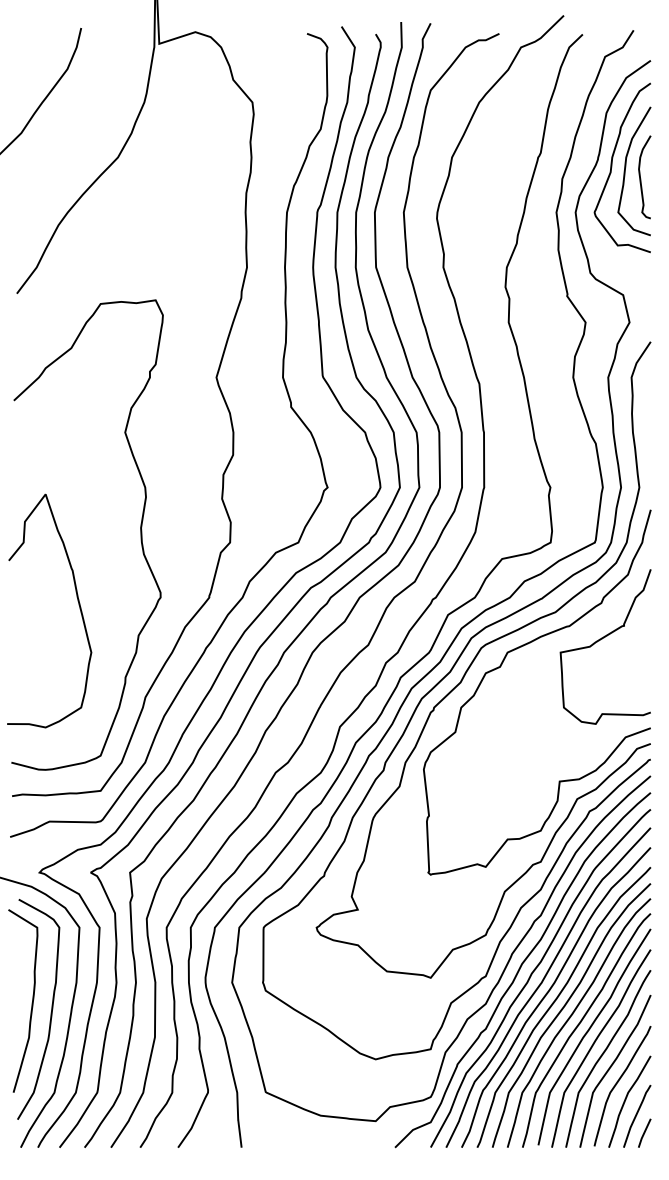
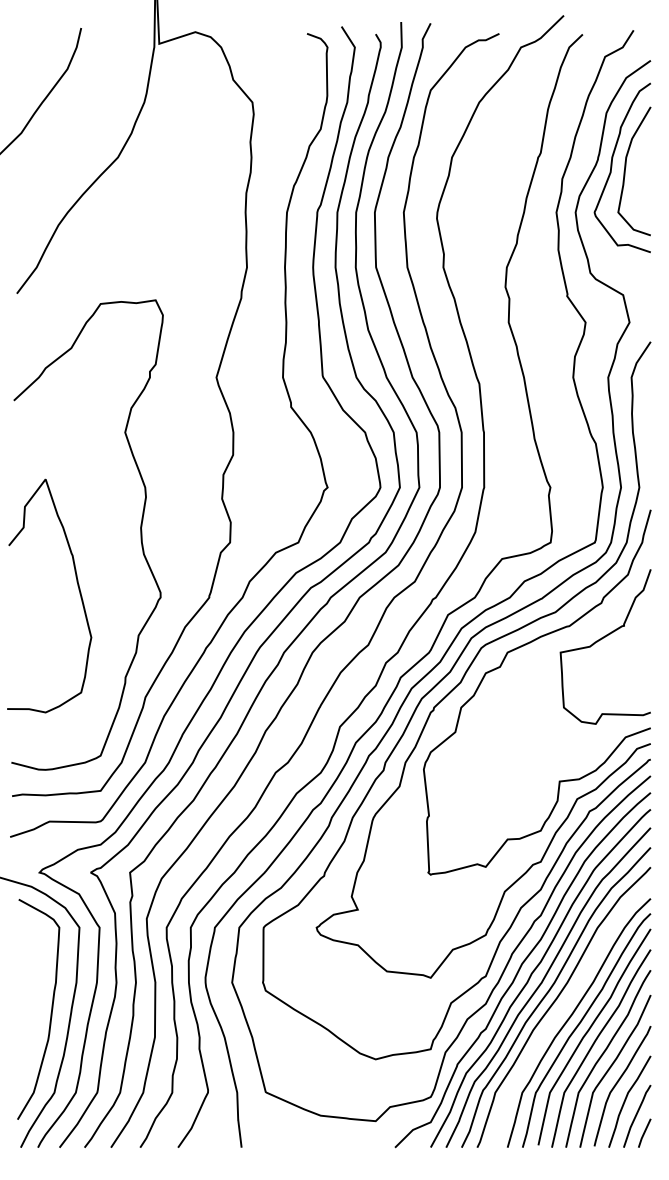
curve at (641, 178): present -> none
curve at (77, 601) position: (77, 601) -> (77, 586)
curve at (31, 1002): present -> none
curve at (563, 1009): present -> none
